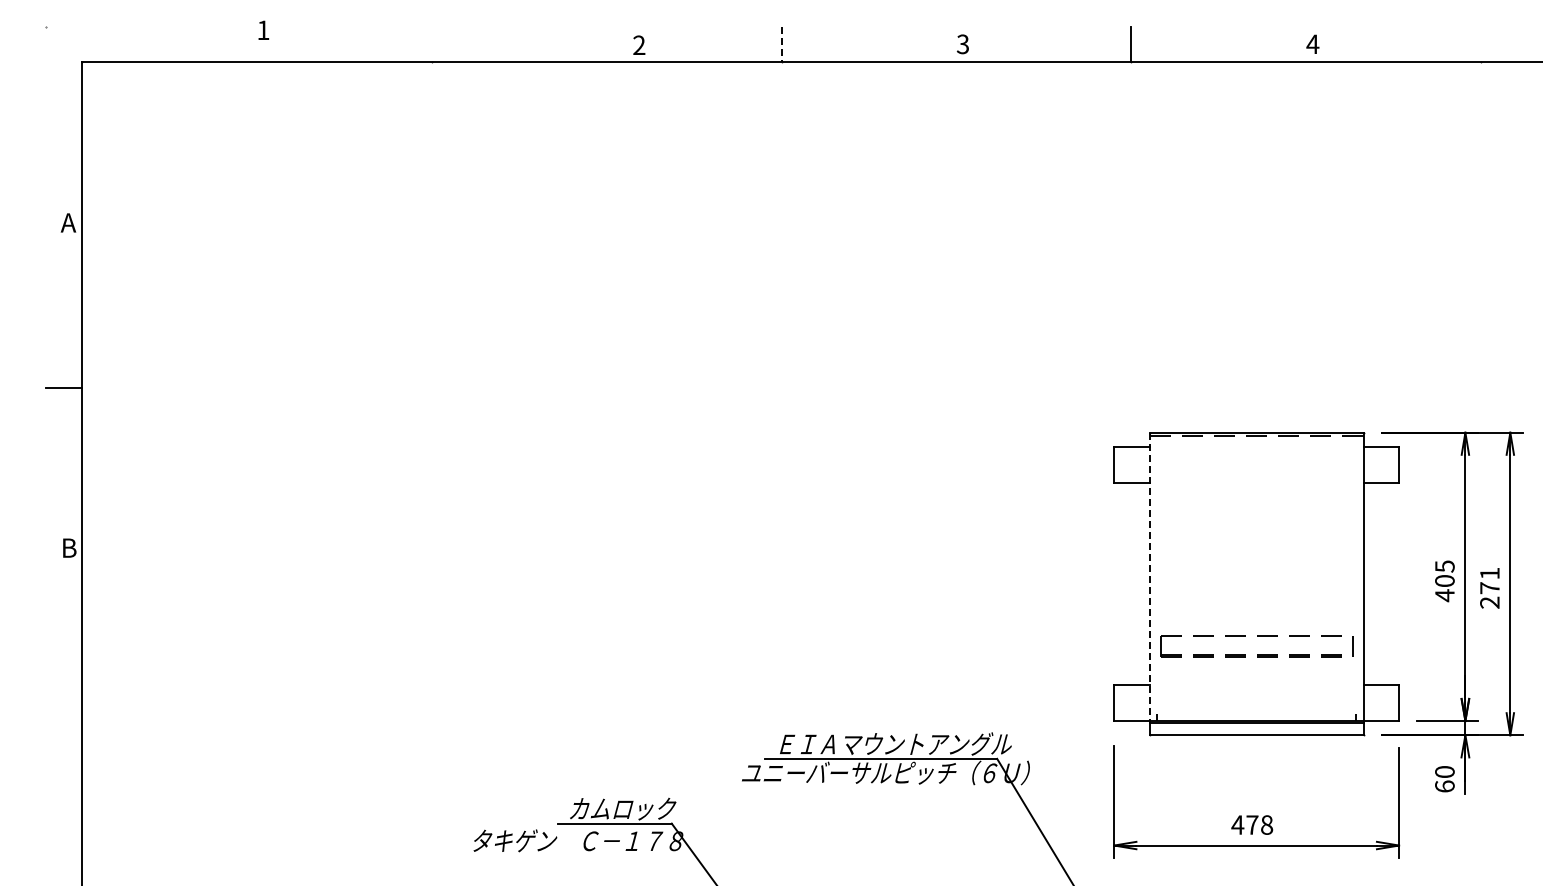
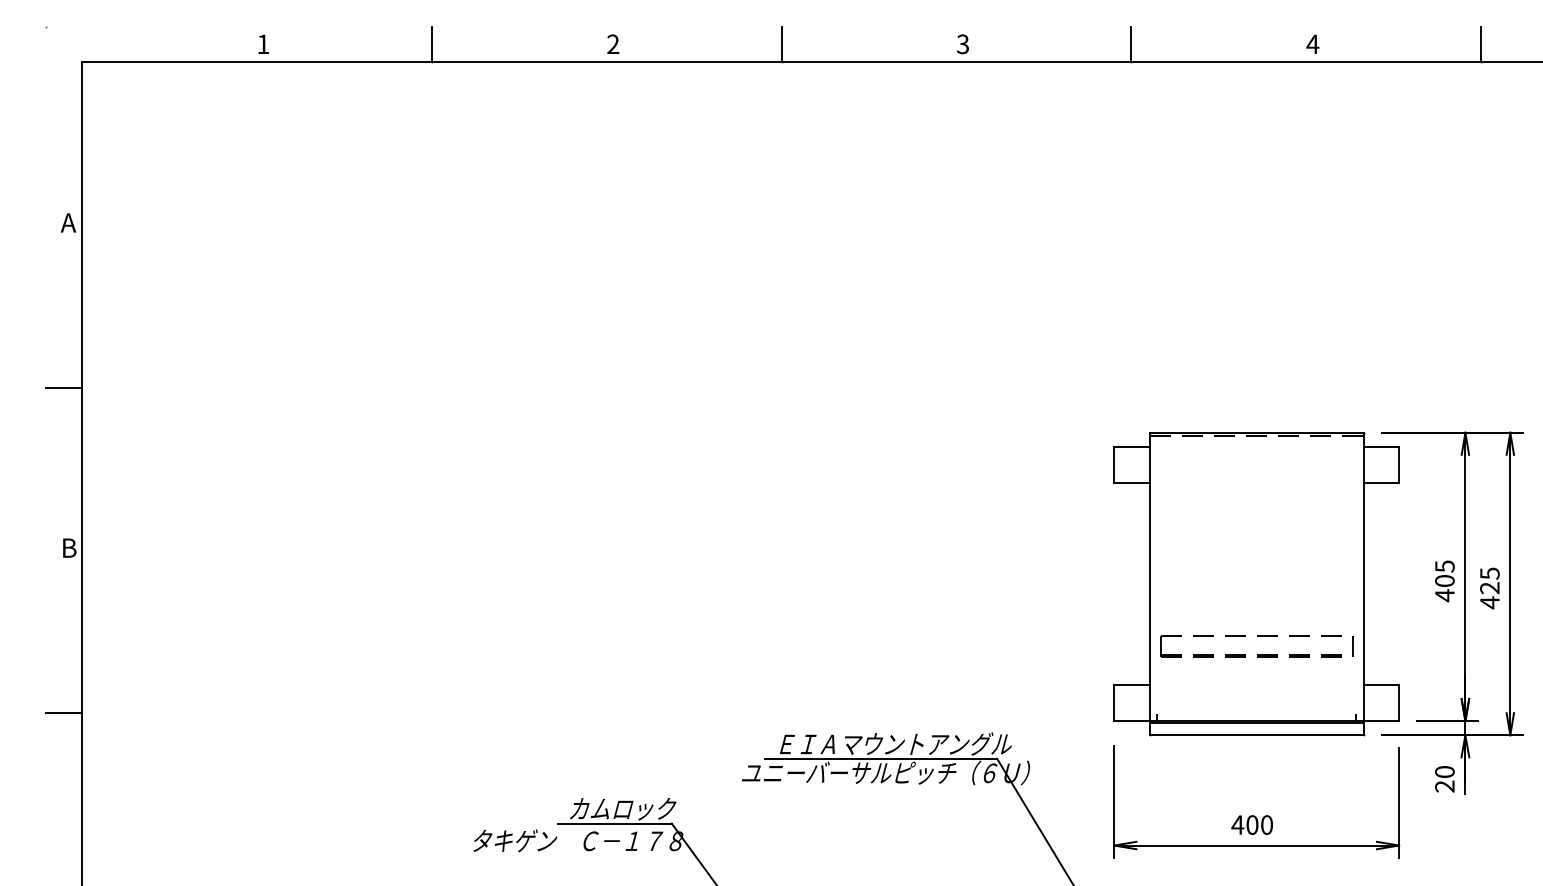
text at (263, 29) position: (263, 29) -> (263, 43)
line at (431, 44): none -> present
text at (639, 44) position: (639, 44) -> (613, 43)
line at (781, 44): dashed -> solid
line at (1481, 44): none -> present
line at (1149, 577): dashed -> solid
text at (1489, 588): 271 -> 425
line at (63, 712): none -> present
text at (1444, 786): 60 -> 20
text at (1259, 824): 478 -> 400
